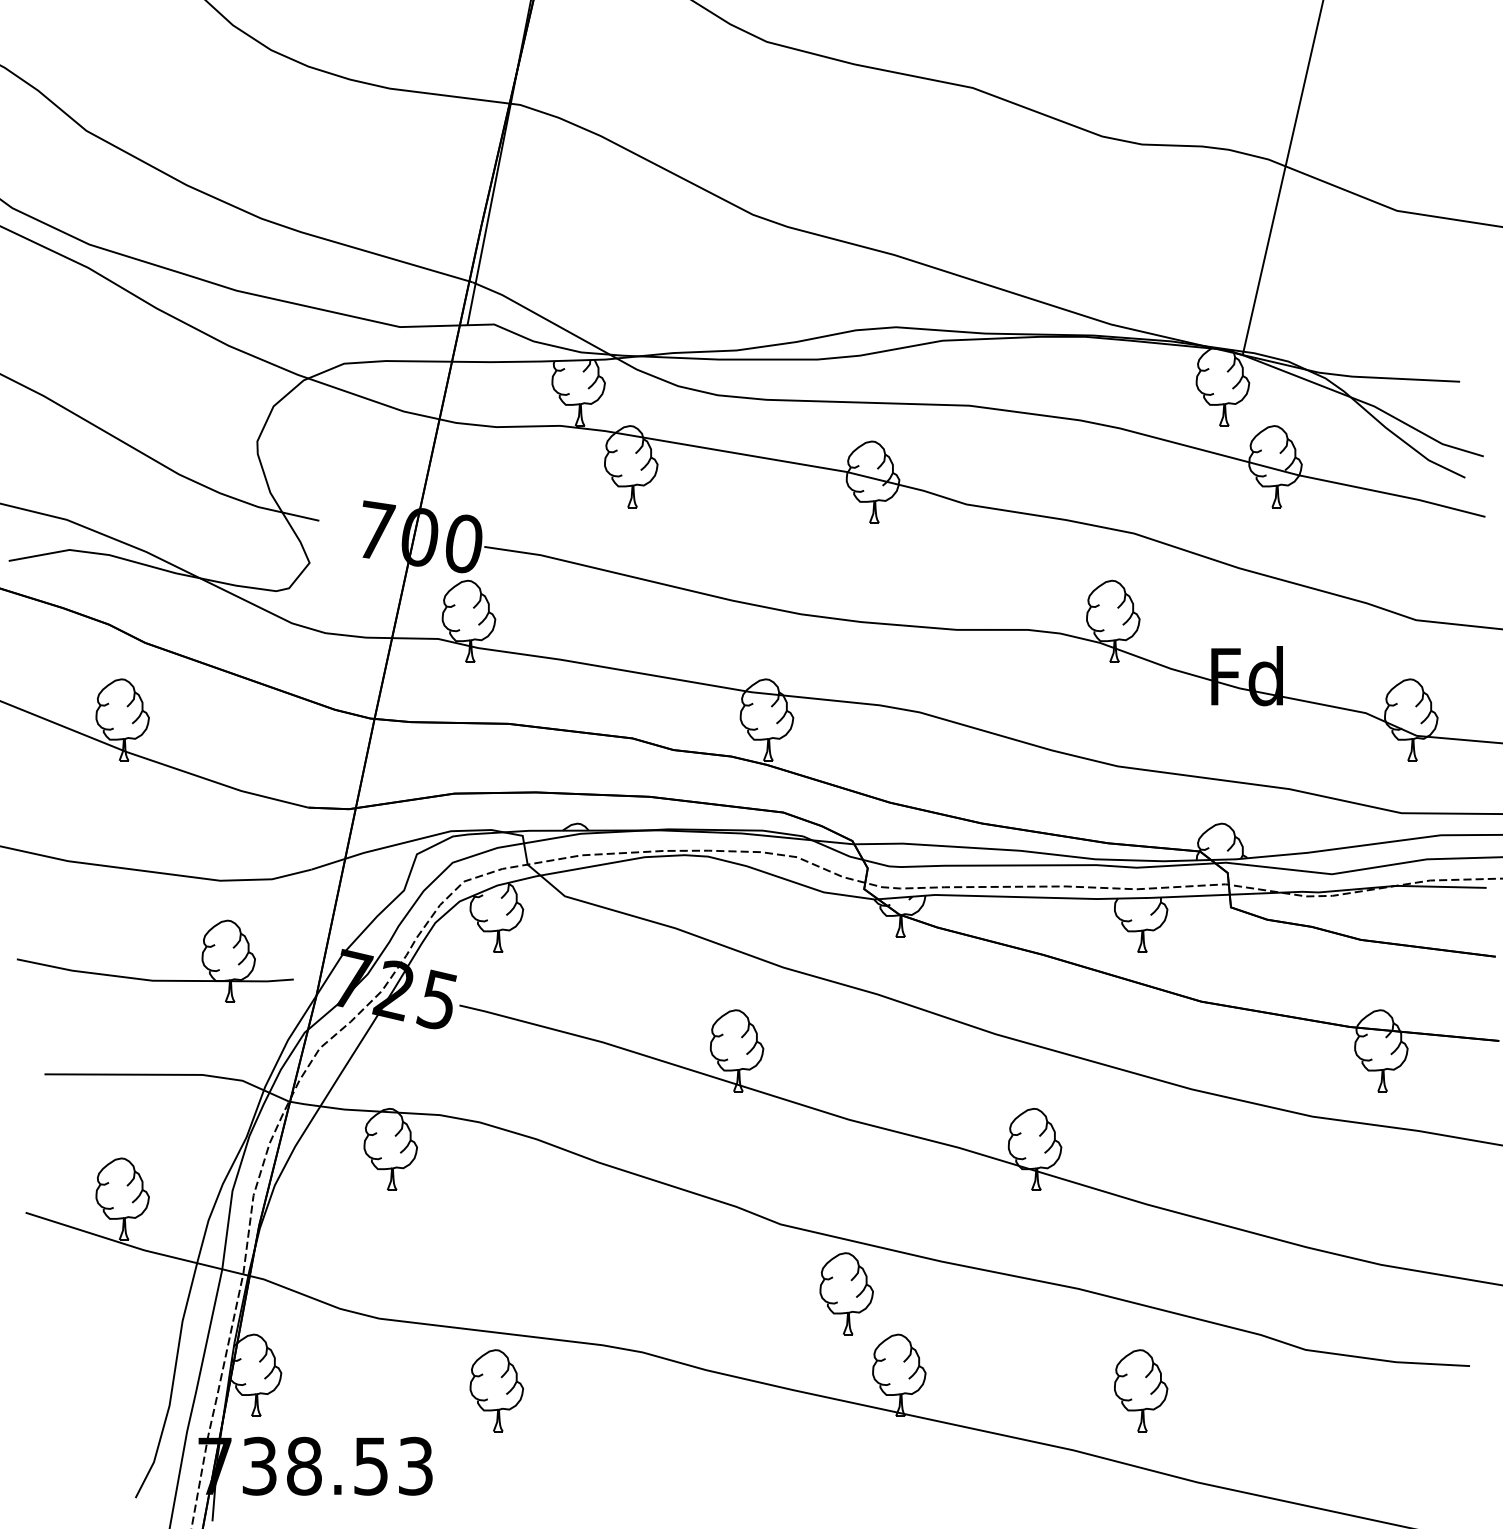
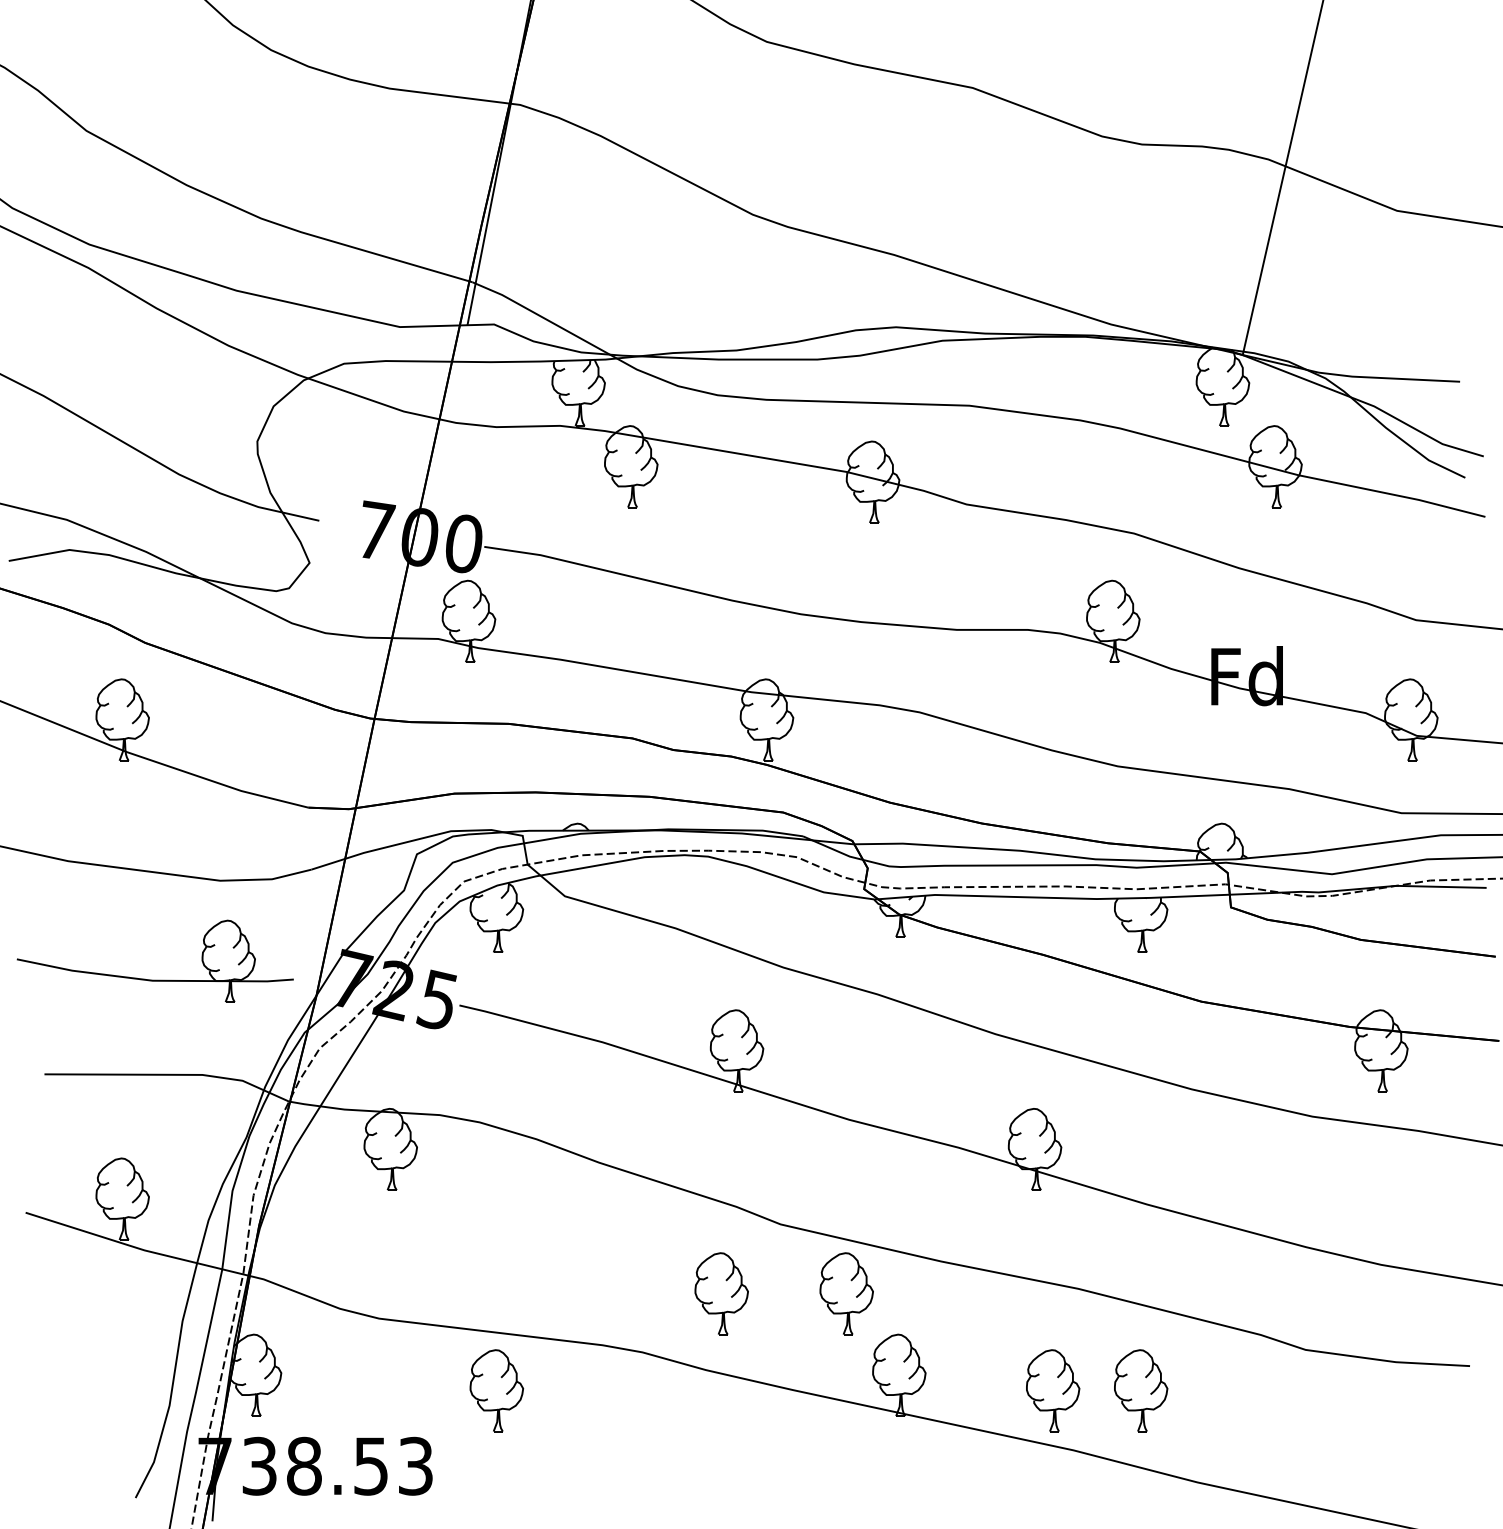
part at (721, 1293): none -> present
part at (1053, 1390): none -> present
